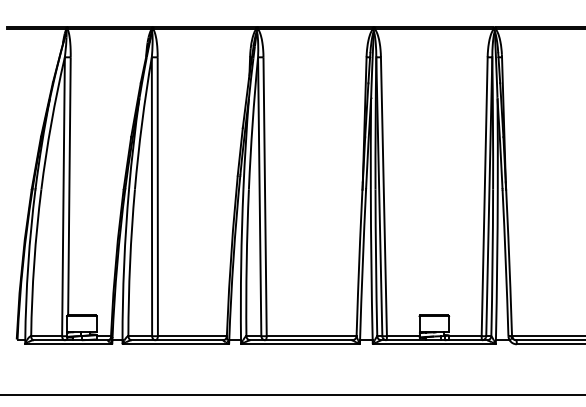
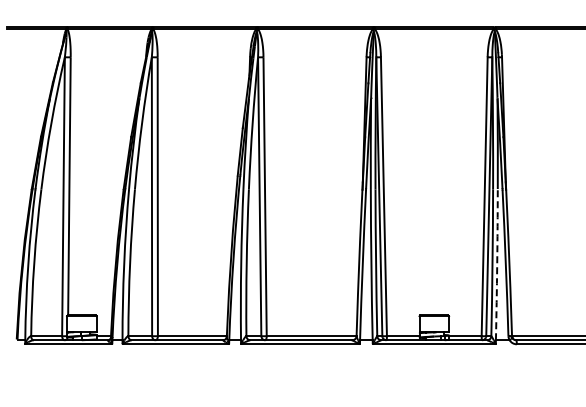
arc at (497, 264): solid -> dashed
line at (292, 394): present -> none
